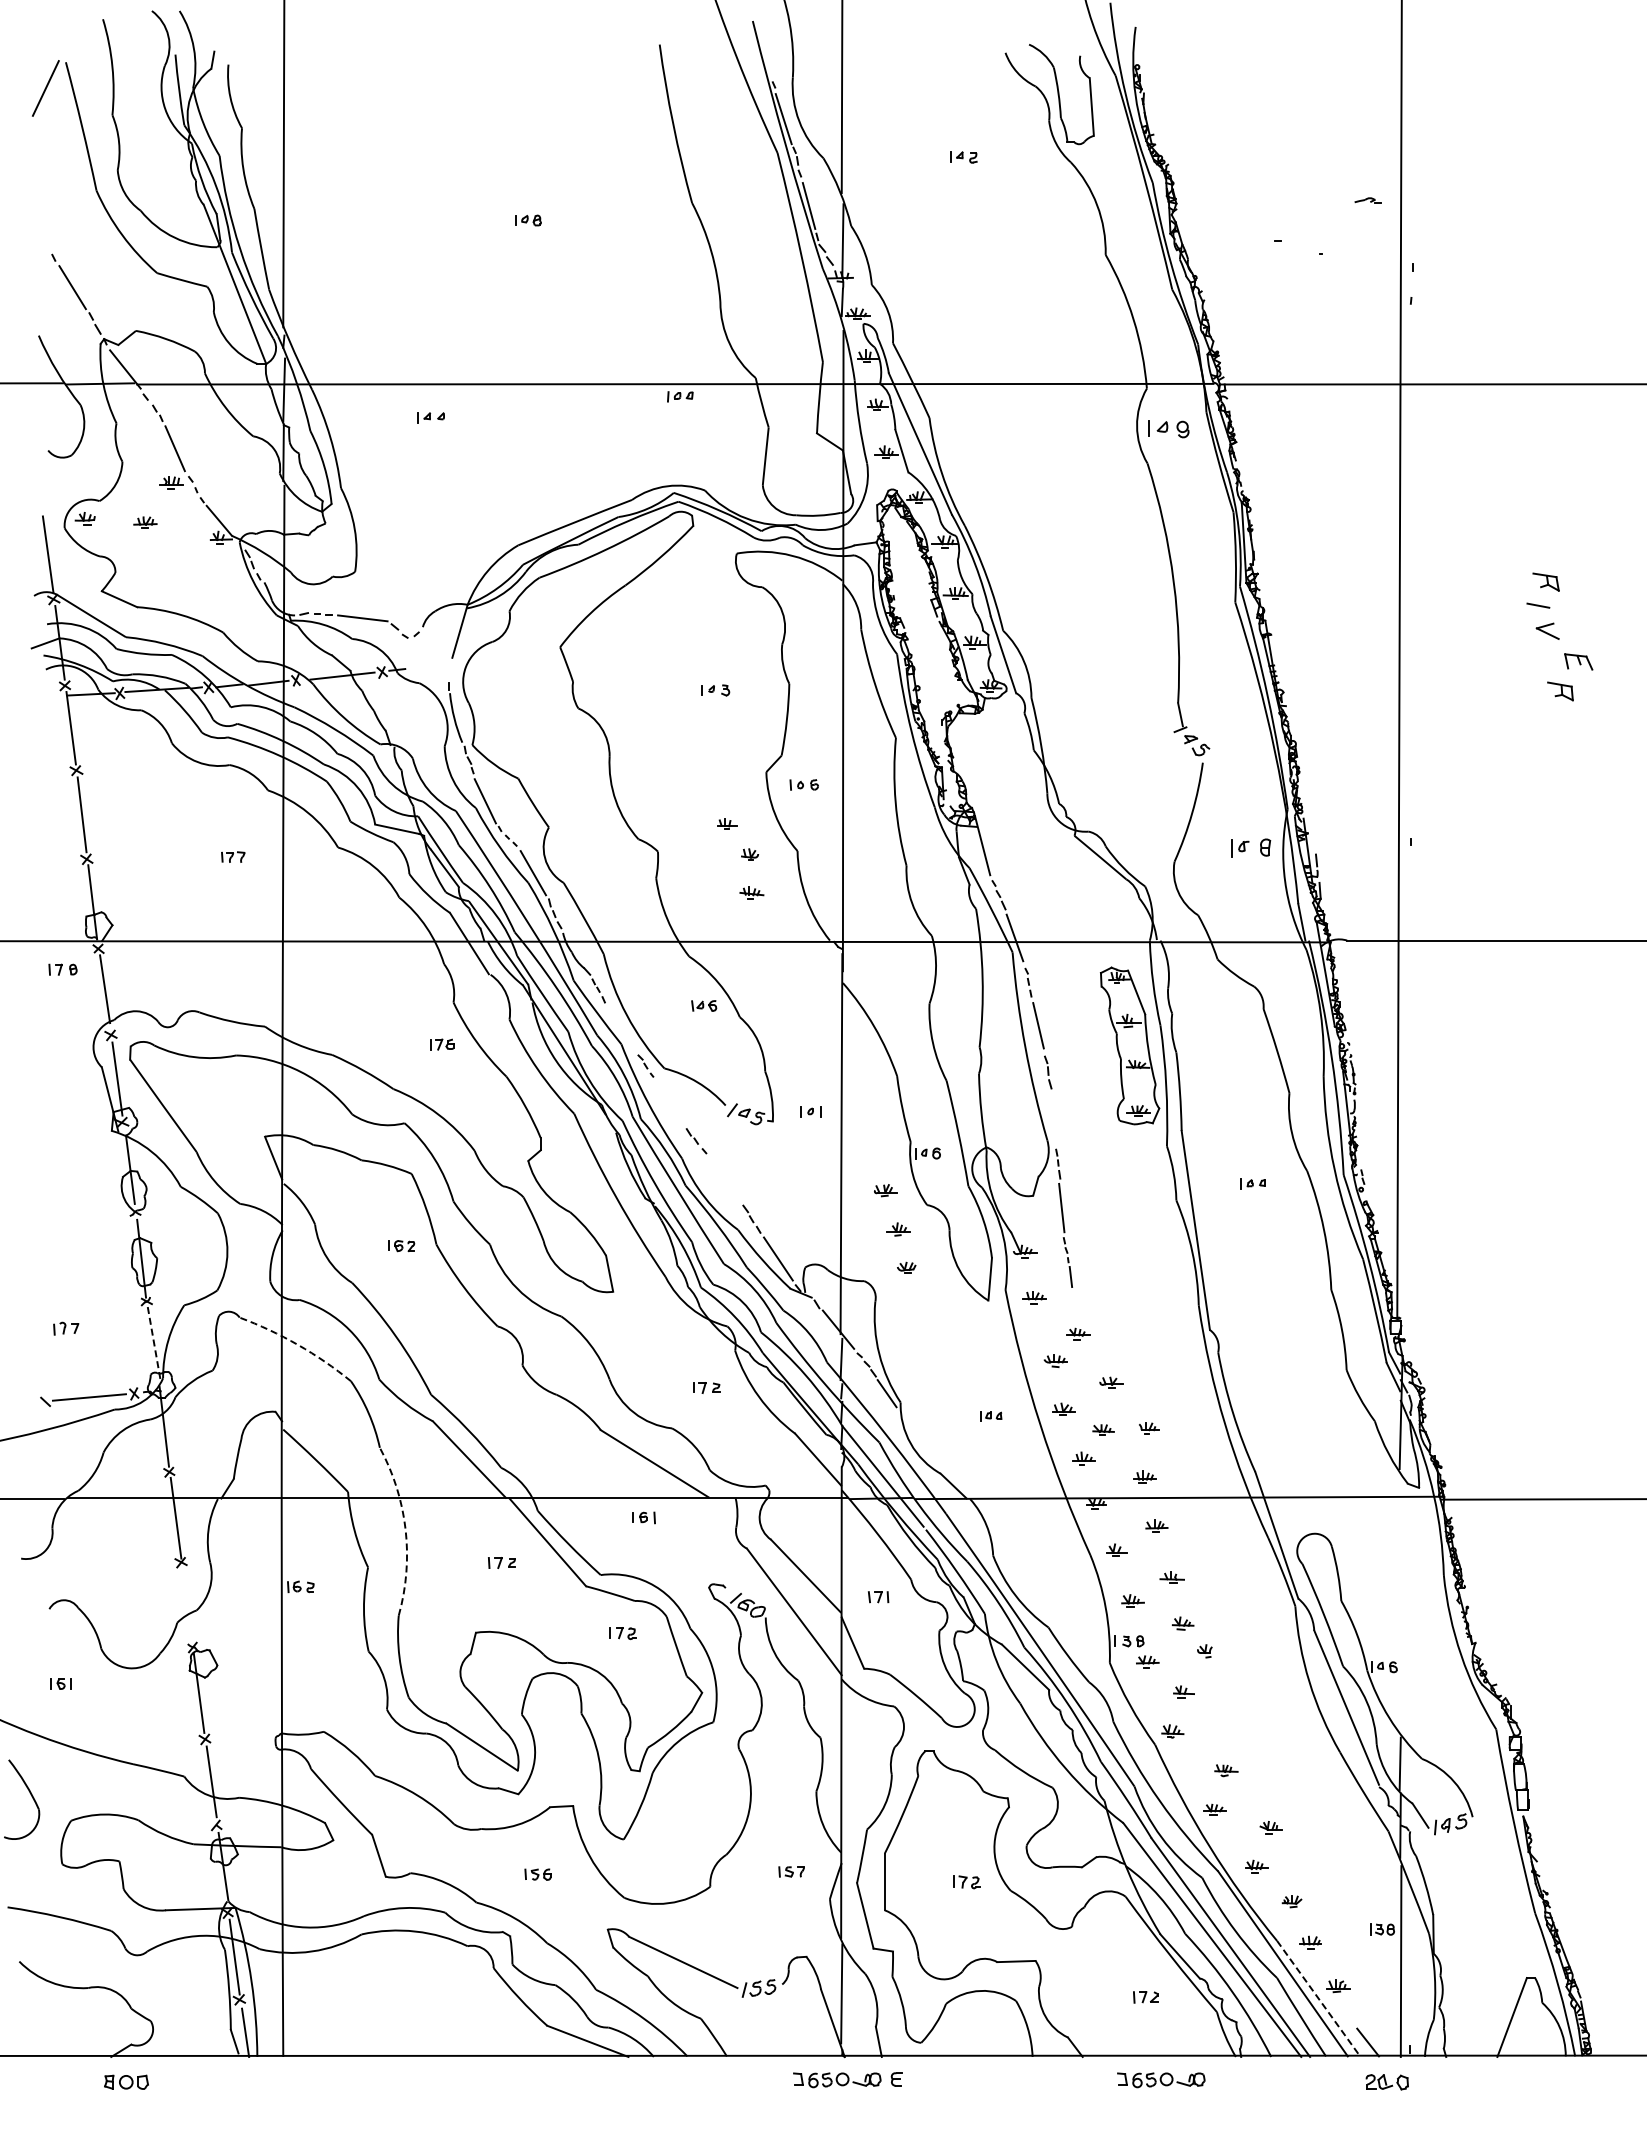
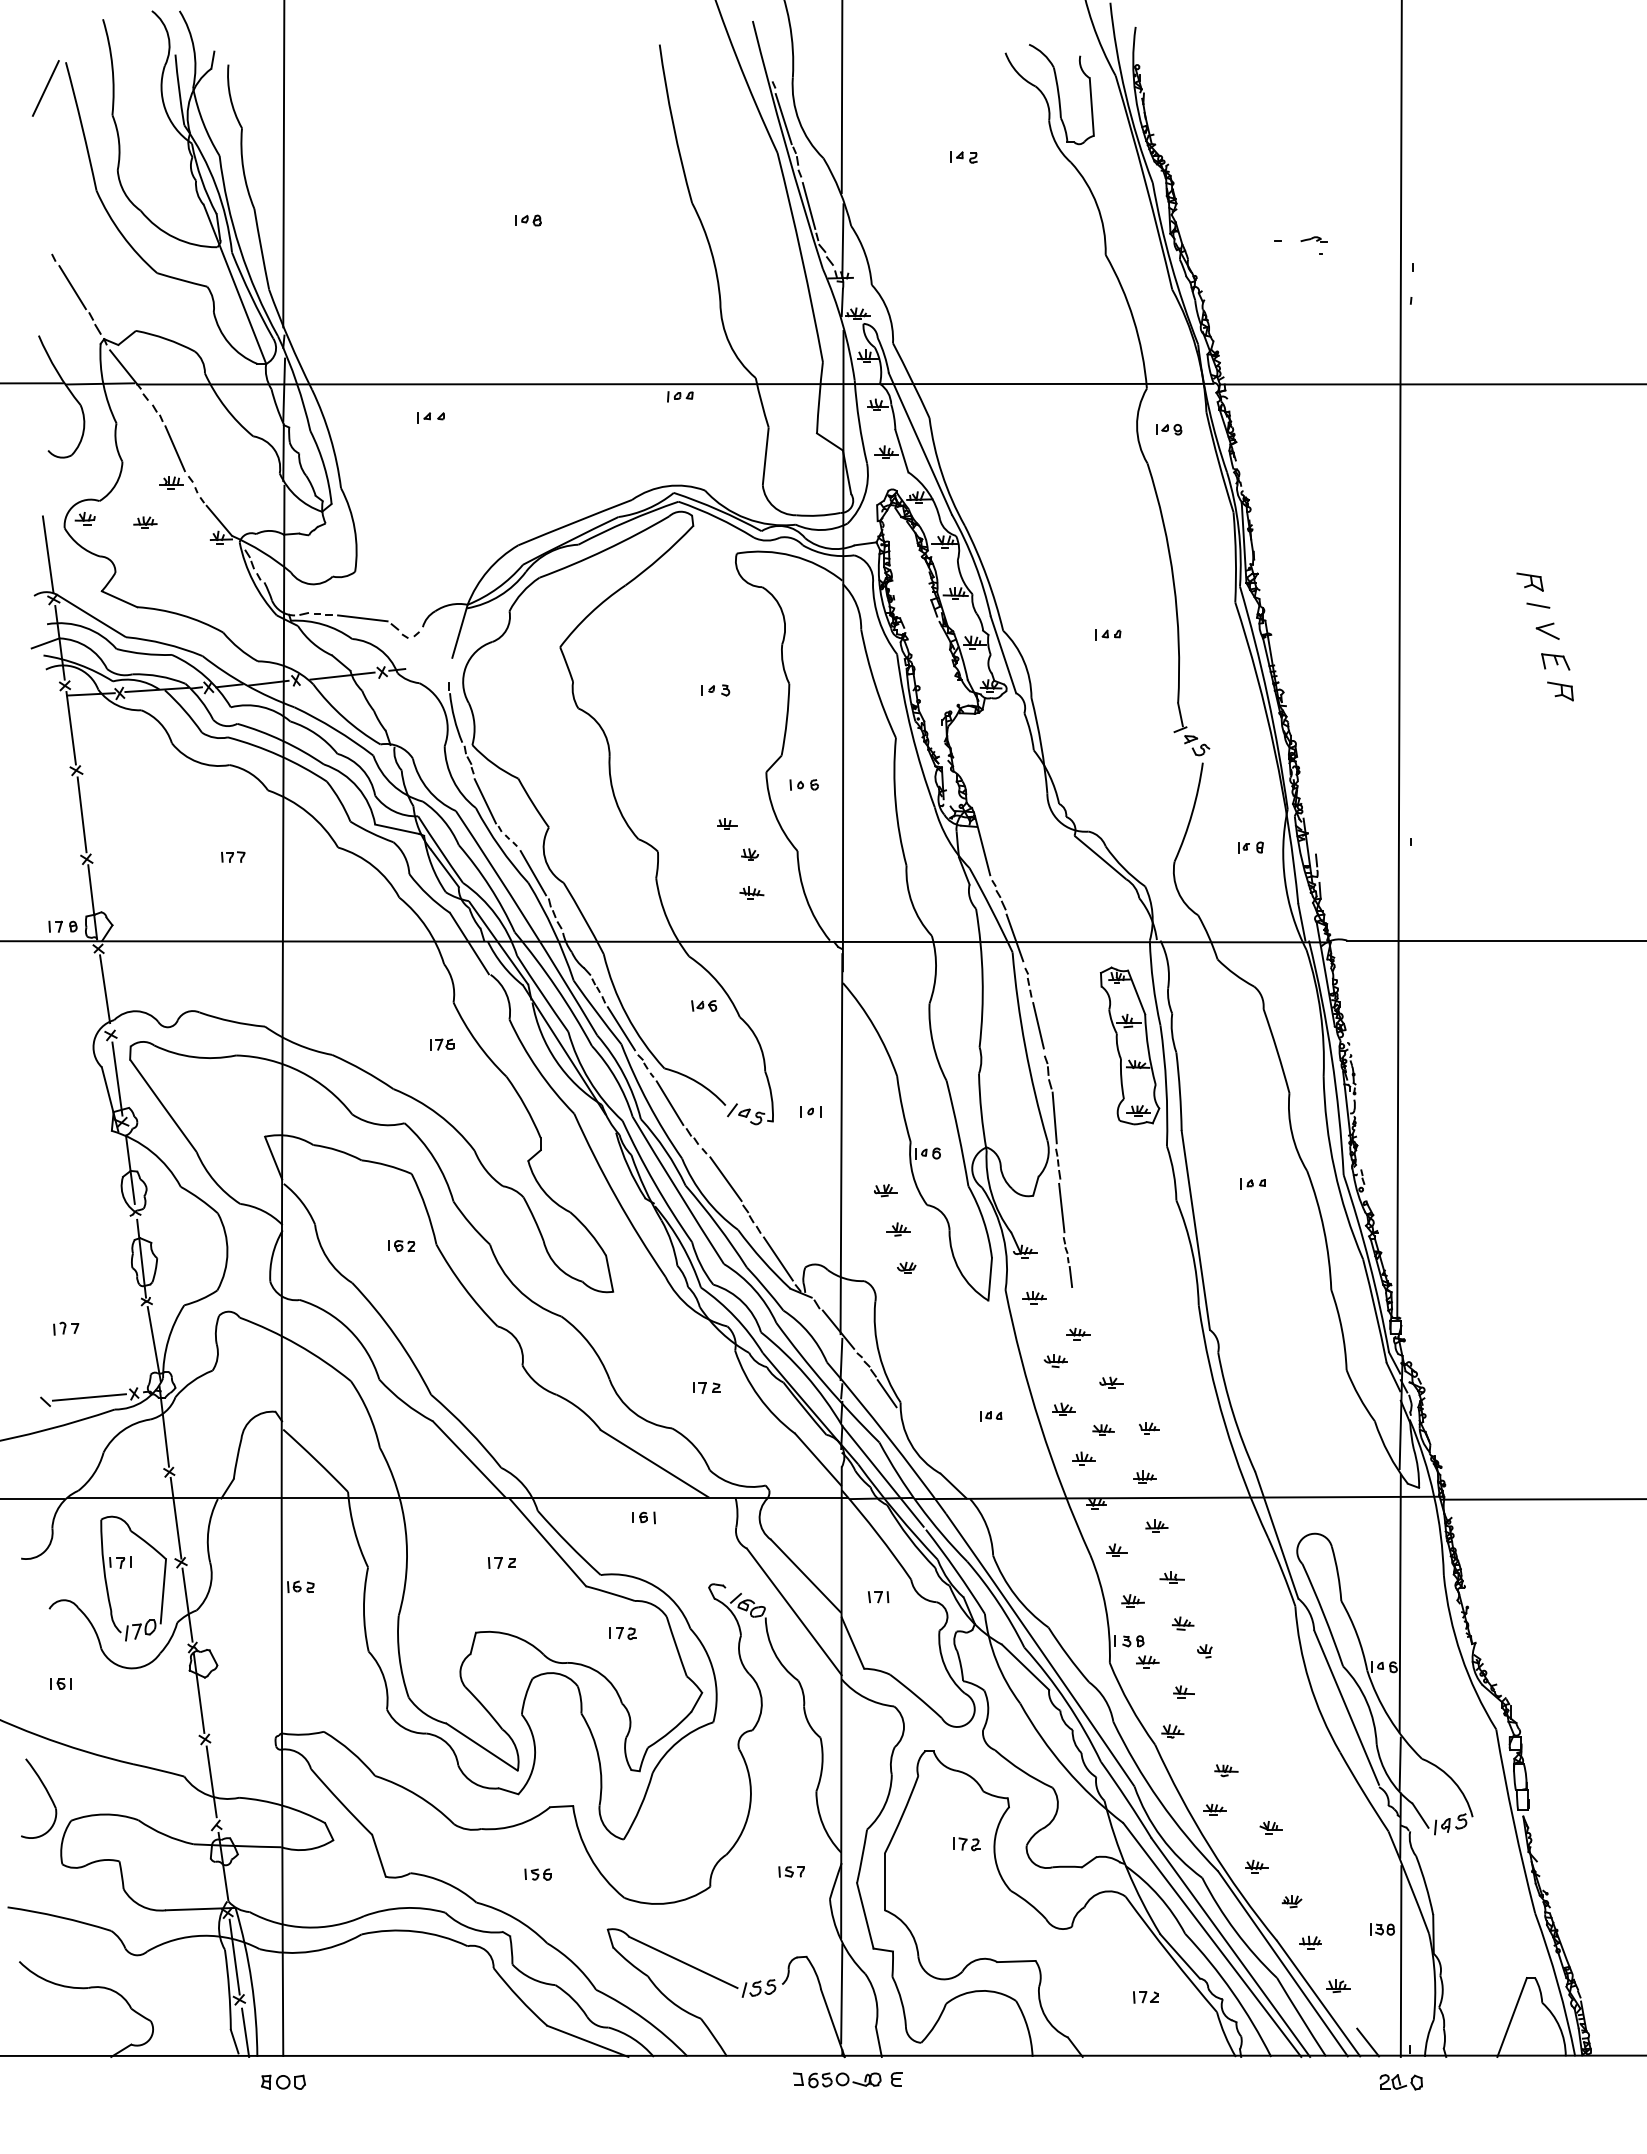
part at (1367, 200) position: (1367, 200) -> (1313, 239)
part at (1168, 429) size: 42x19 px -> 27x12 px
part at (1545, 581) position: (1545, 581) -> (1529, 581)
part at (1108, 634): none -> present
part at (1578, 661) position: (1578, 661) -> (1555, 661)
part at (1251, 847) size: 41x20 px -> 26x13 px
part at (62, 969) position: (62, 969) -> (62, 926)
line at (620, 1028): none -> present
line at (669, 1103): none -> present
line at (1054, 1117): none -> present
line at (725, 1179): none -> present
line at (154, 1344): dashed -> solid
arc at (297, 1344): dashed -> solid
arc at (405, 1529): dashed -> solid
part at (131, 1567): none -> present
line at (1399, 1603): none -> present
line at (187, 1604): none -> present
part at (29, 1793) position: (29, 1793) -> (46, 1792)
part at (966, 1882) position: (966, 1882) -> (966, 1844)
line at (1318, 1999): dashed -> solid
part at (1161, 2080): present -> none
part at (126, 2081) position: (126, 2081) -> (283, 2081)
part at (1386, 2082) position: (1386, 2082) -> (1400, 2082)
